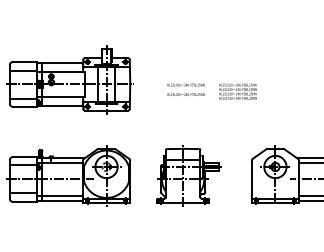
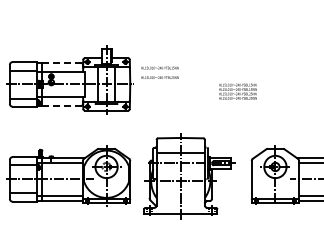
line at (62, 63): solid -> dashed
text at (185, 89) position: (185, 89) -> (159, 72)
line at (62, 105): solid -> dashed
part at (188, 175) size: 66x62 px -> 93x87 px
